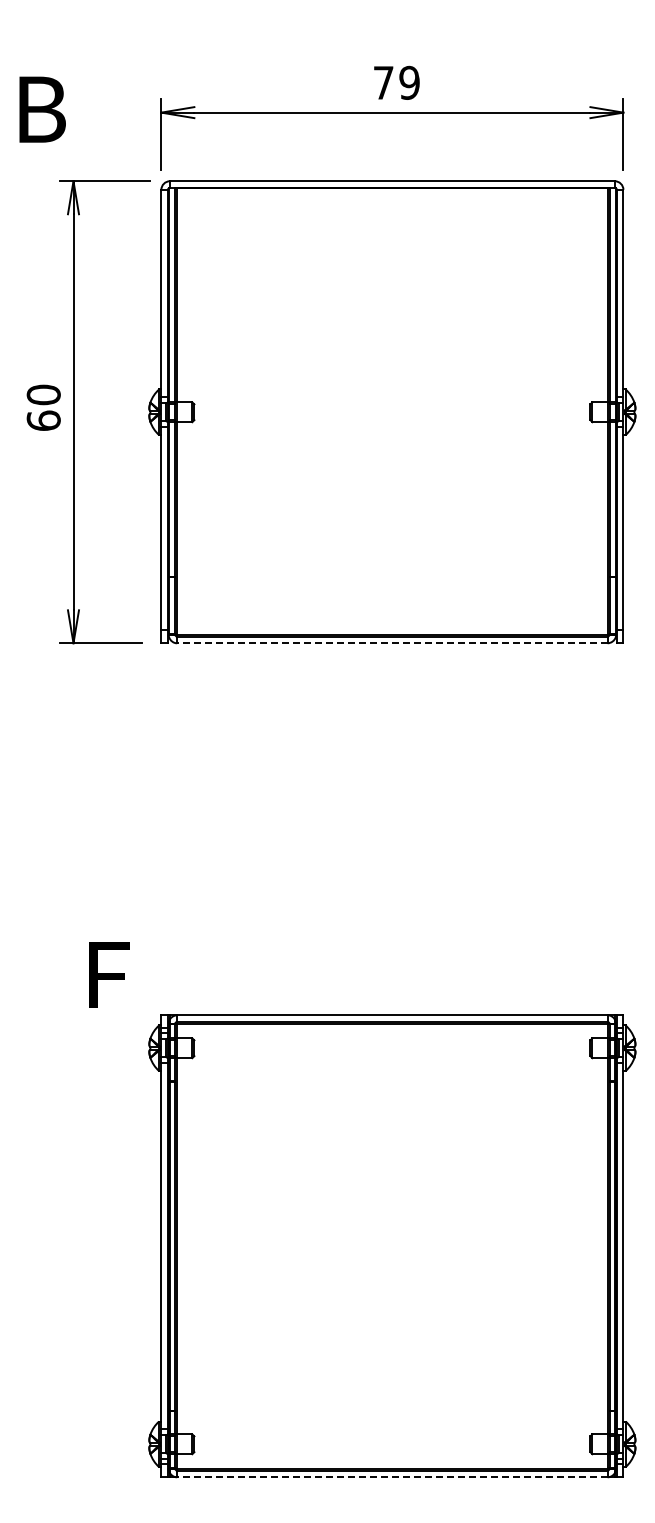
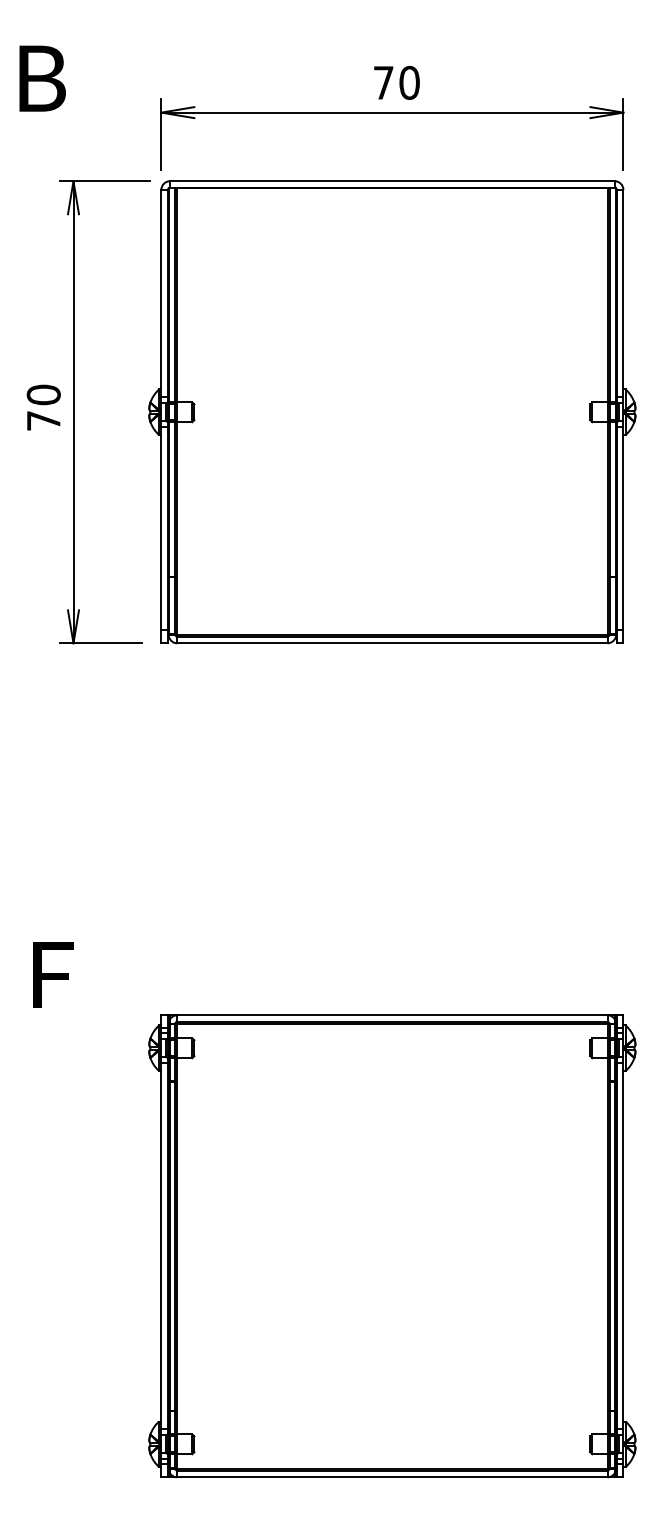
text at (409, 82): 79 -> 70
text at (42, 109) position: (42, 109) -> (42, 78)
text at (43, 420): 60 -> 70
line at (391, 643): dashed -> solid
text at (109, 974) position: (109, 974) -> (53, 974)
line at (391, 1477): dashed -> solid
